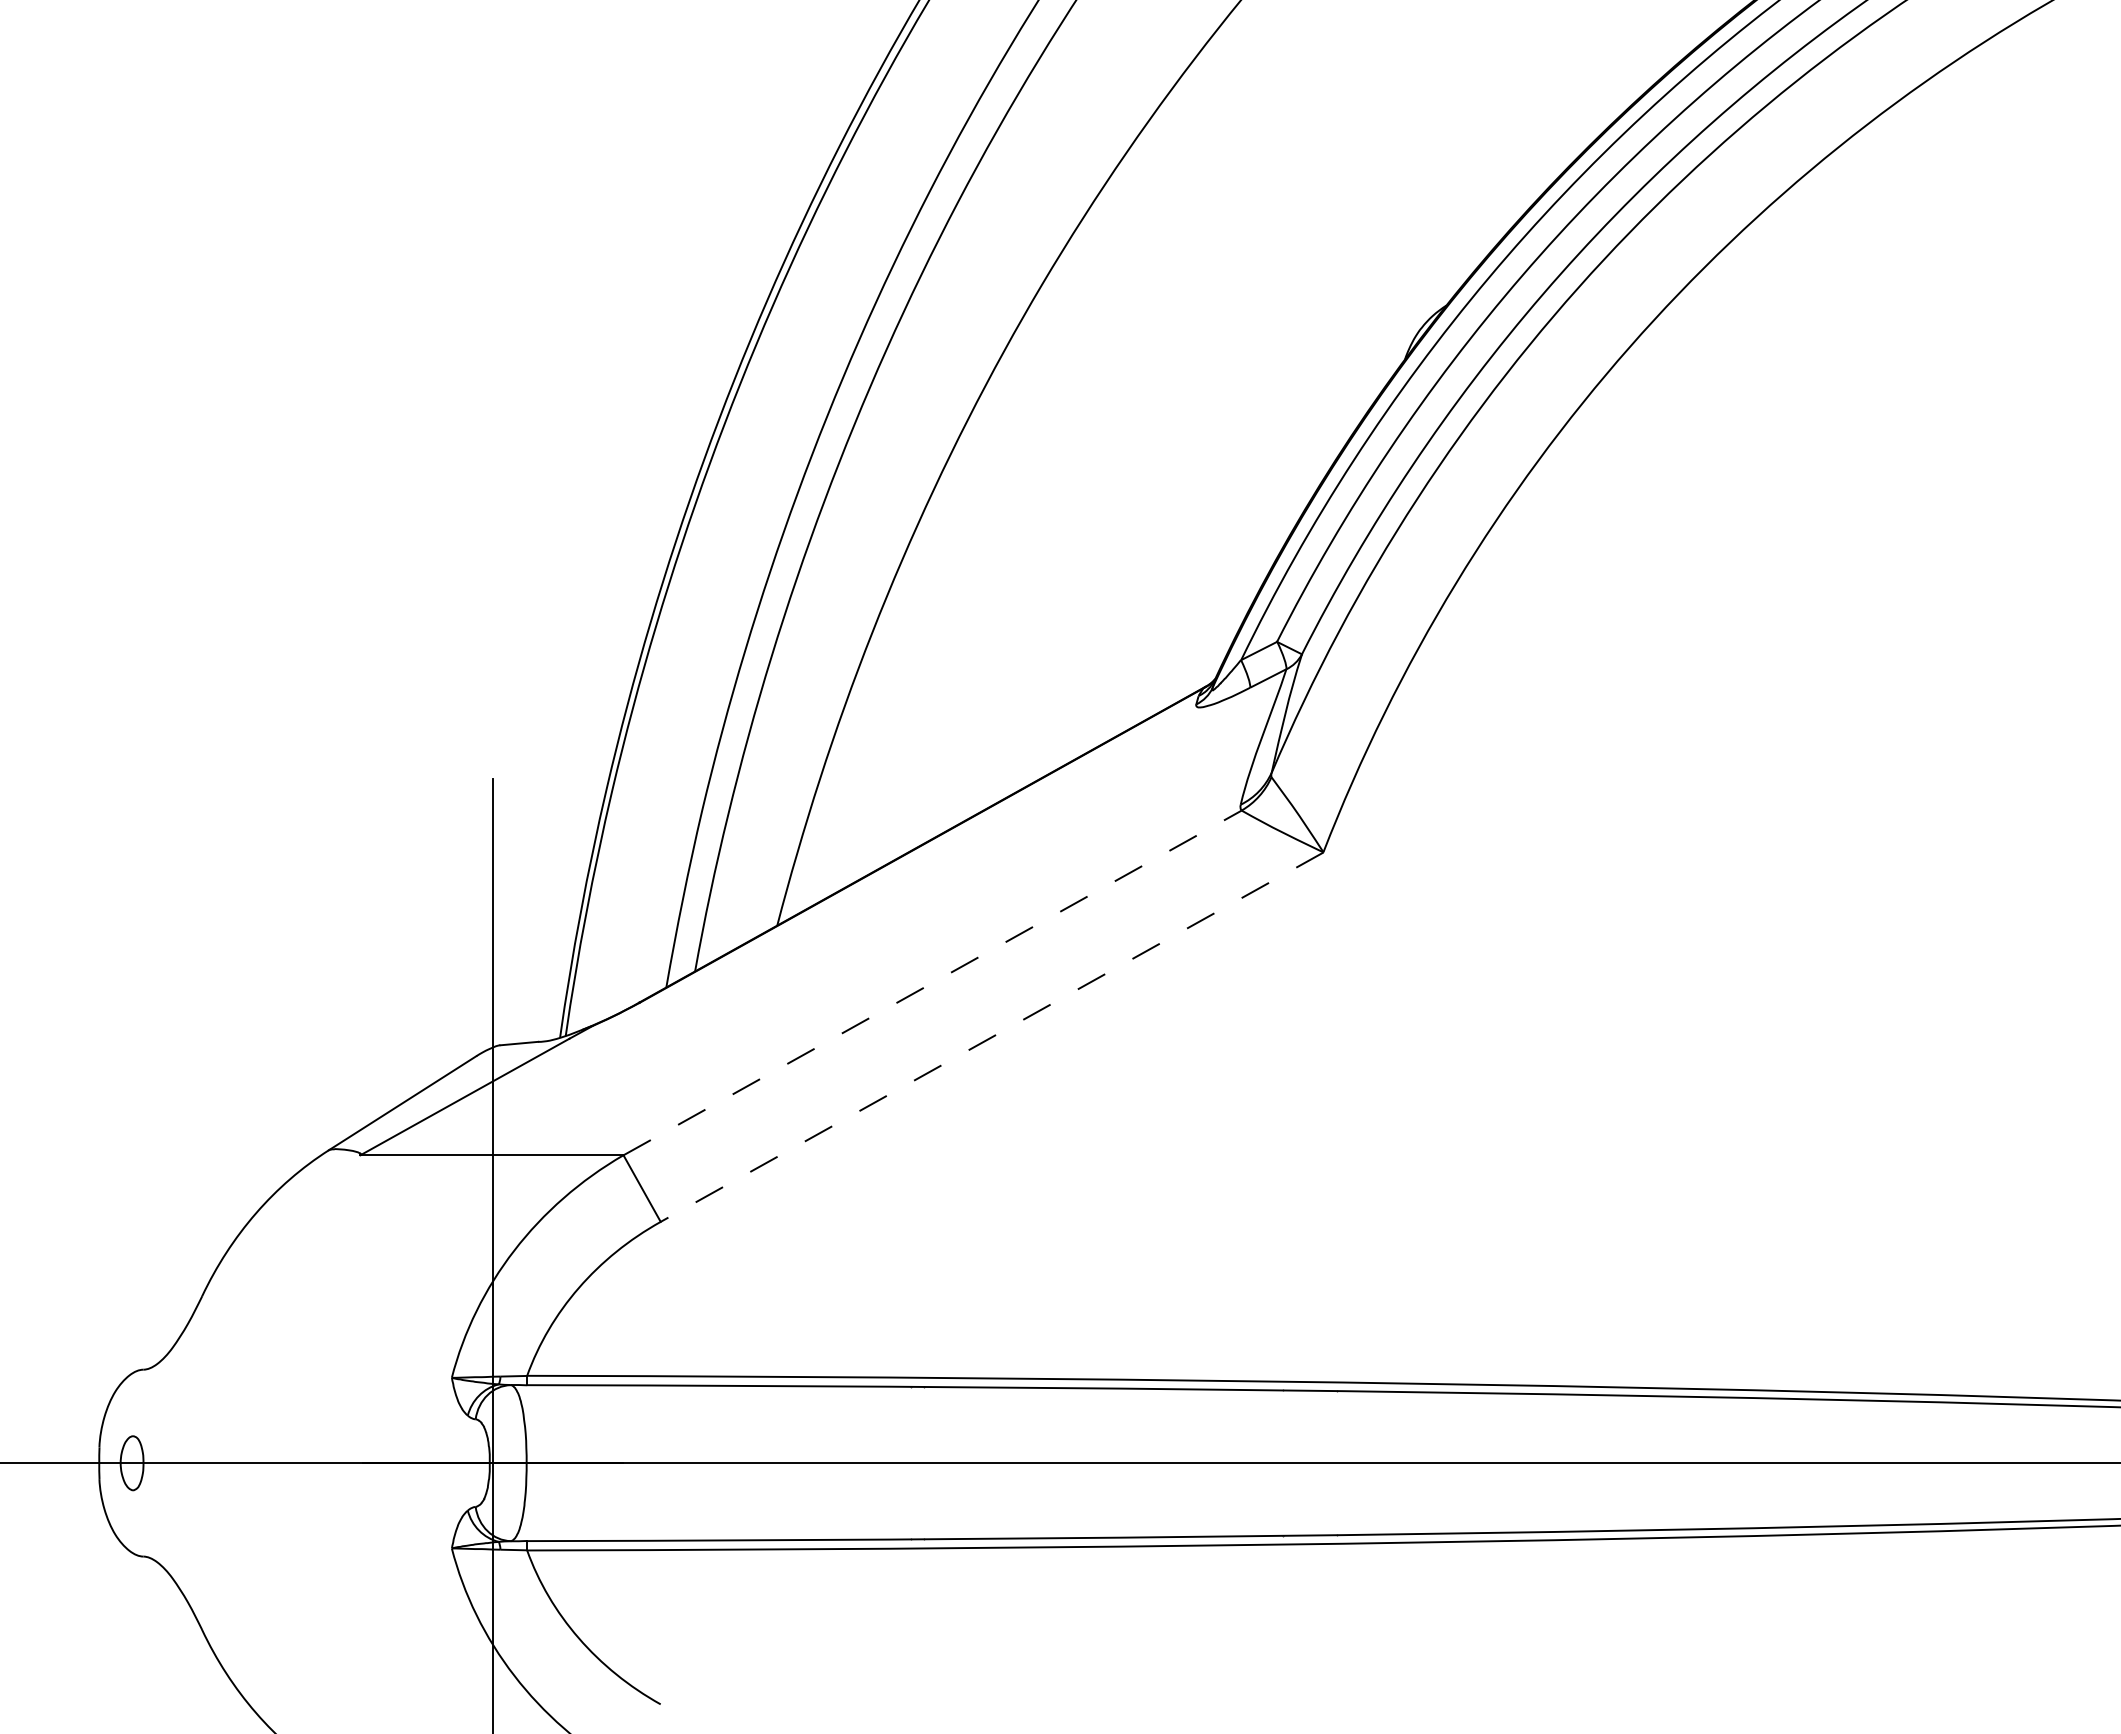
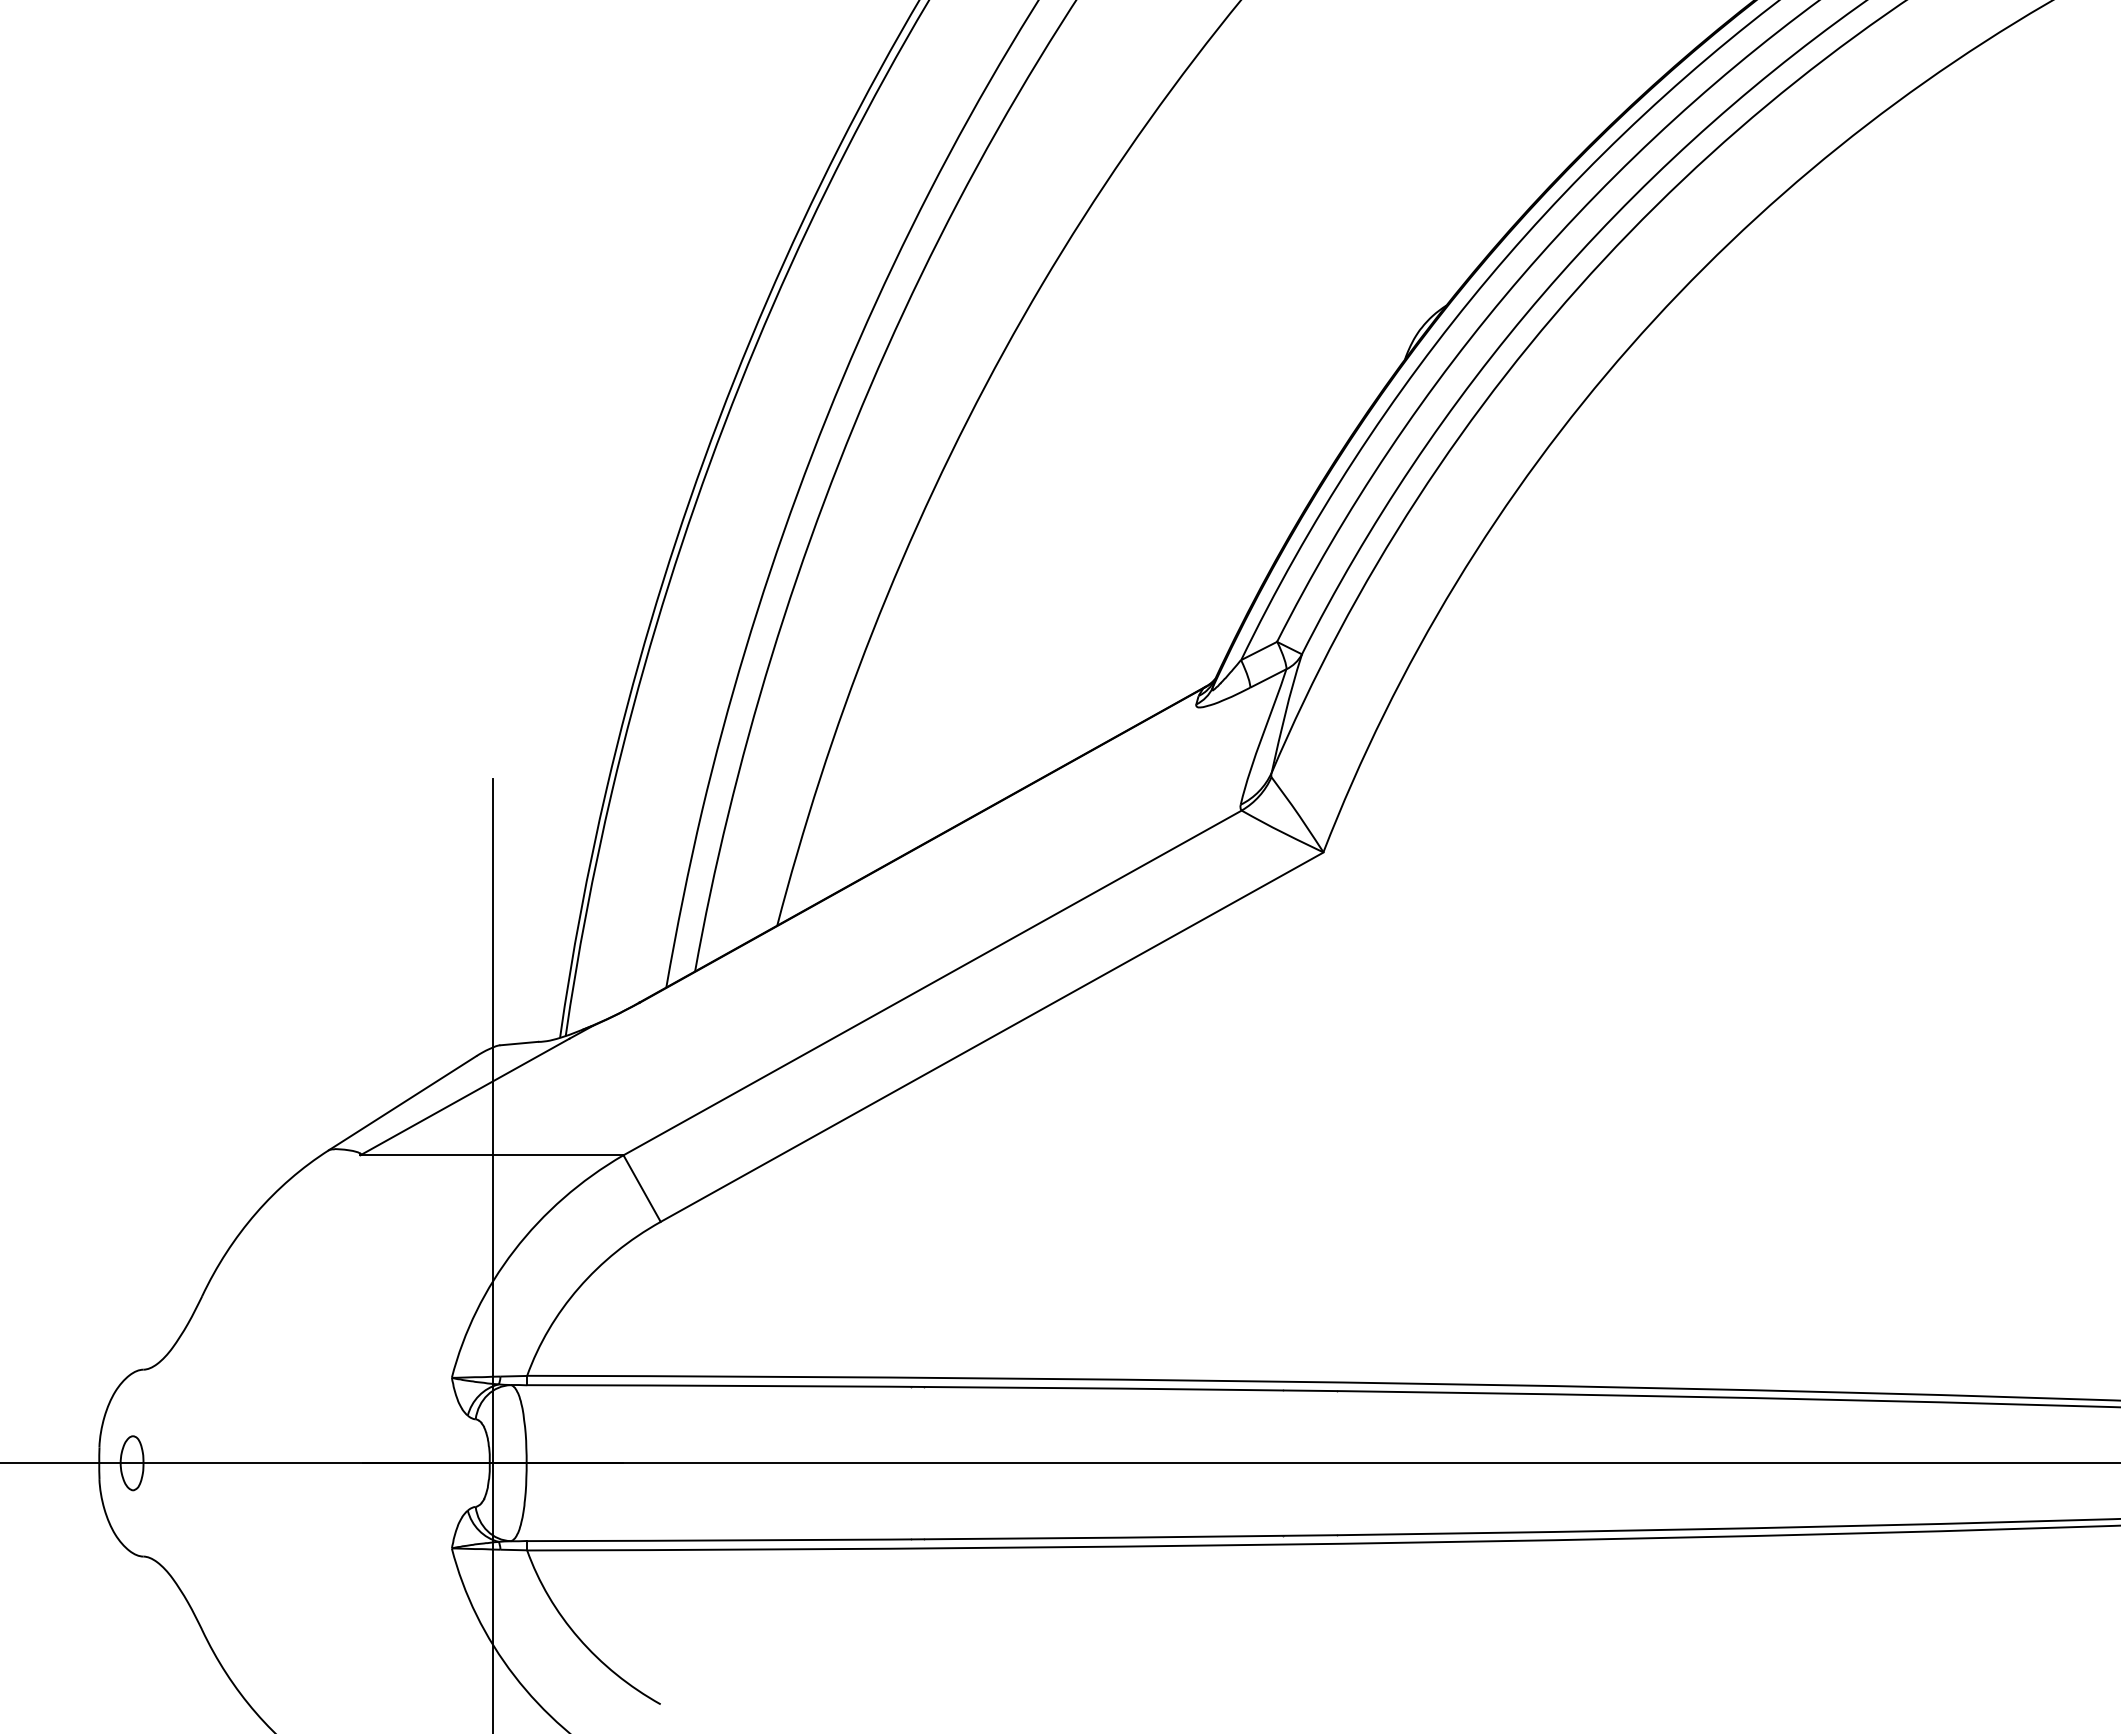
line at (932, 982): dashed -> solid
line at (991, 1037): dashed -> solid
